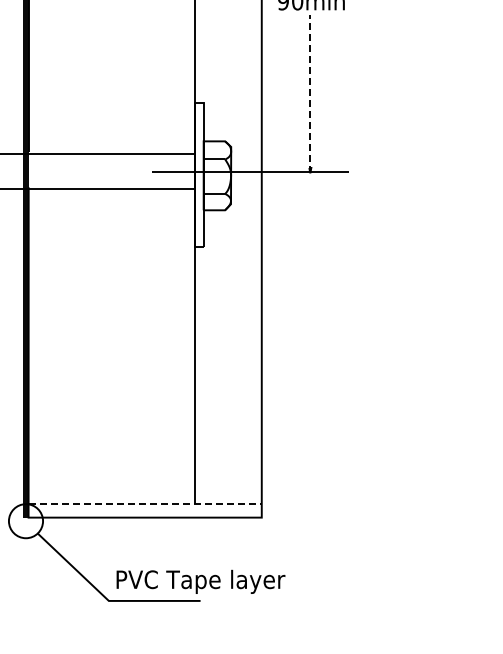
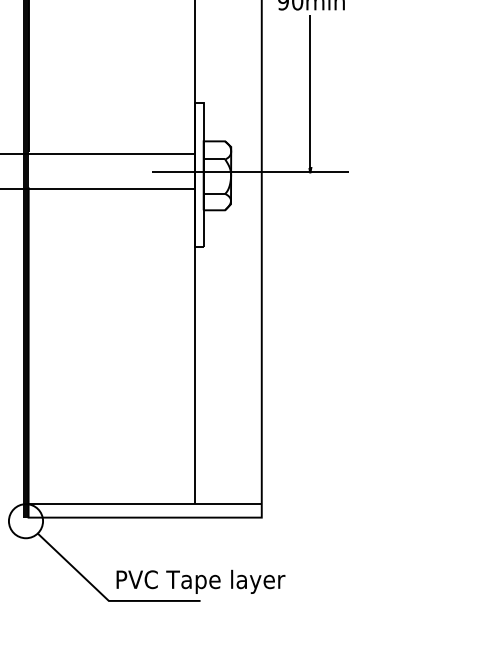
line at (310, 93): dashed -> solid
line at (145, 503): dashed -> solid
